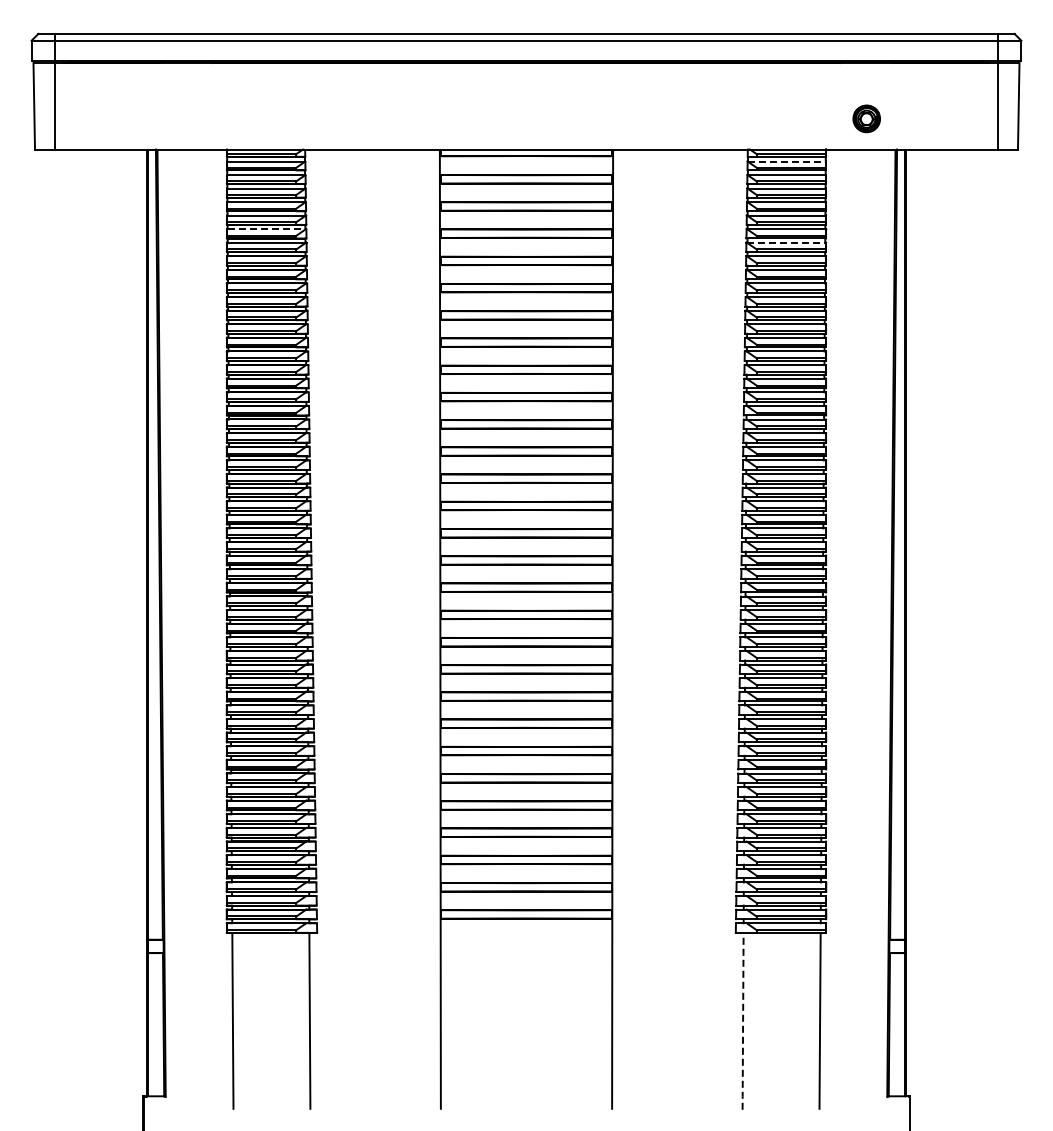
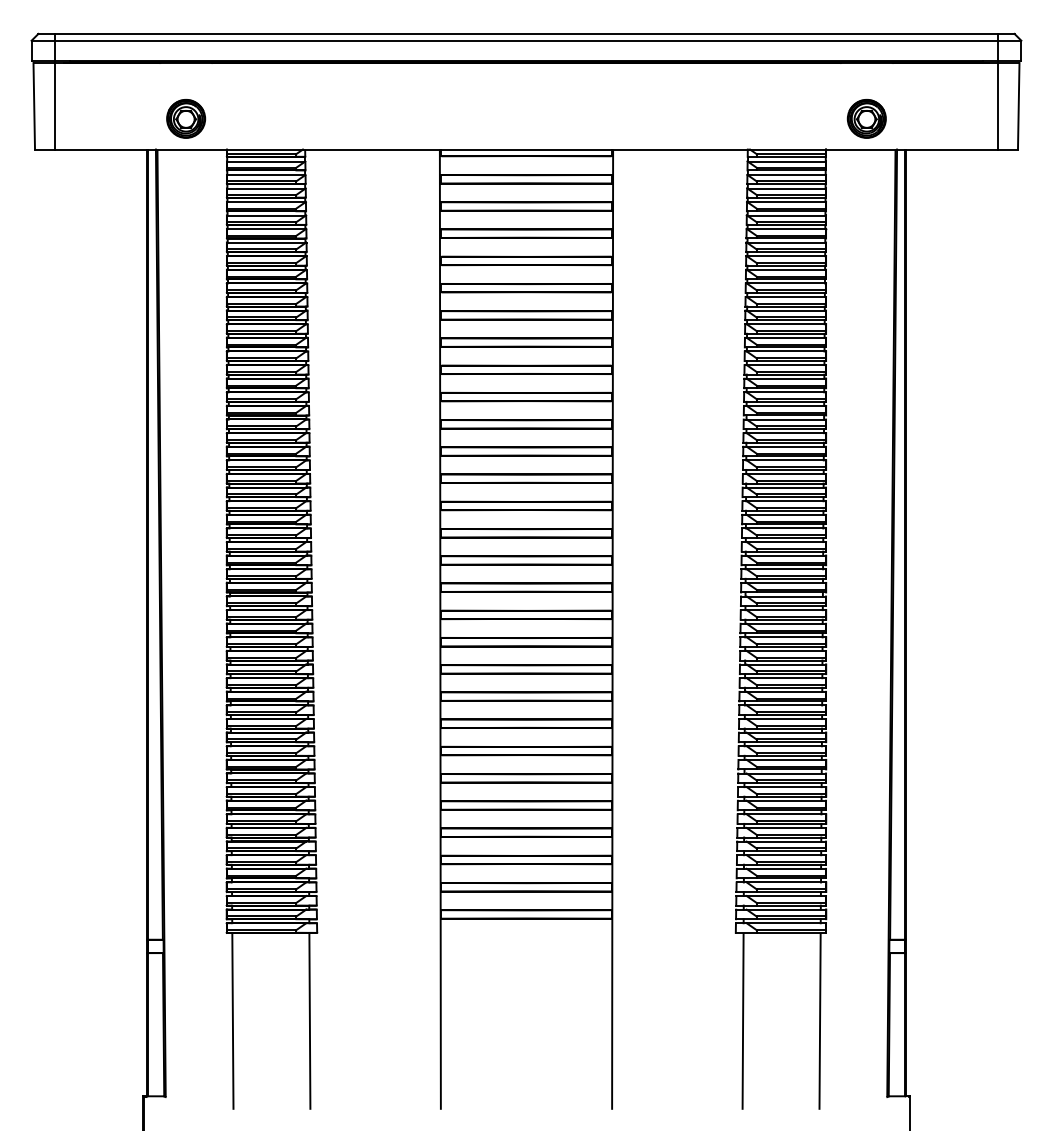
part at (186, 118): none -> present
part at (866, 118) size: 29x30 px -> 41x40 px
line at (786, 161): dashed -> solid
line at (266, 229): dashed -> solid
line at (786, 242): dashed -> solid
line at (743, 1021): dashed -> solid
